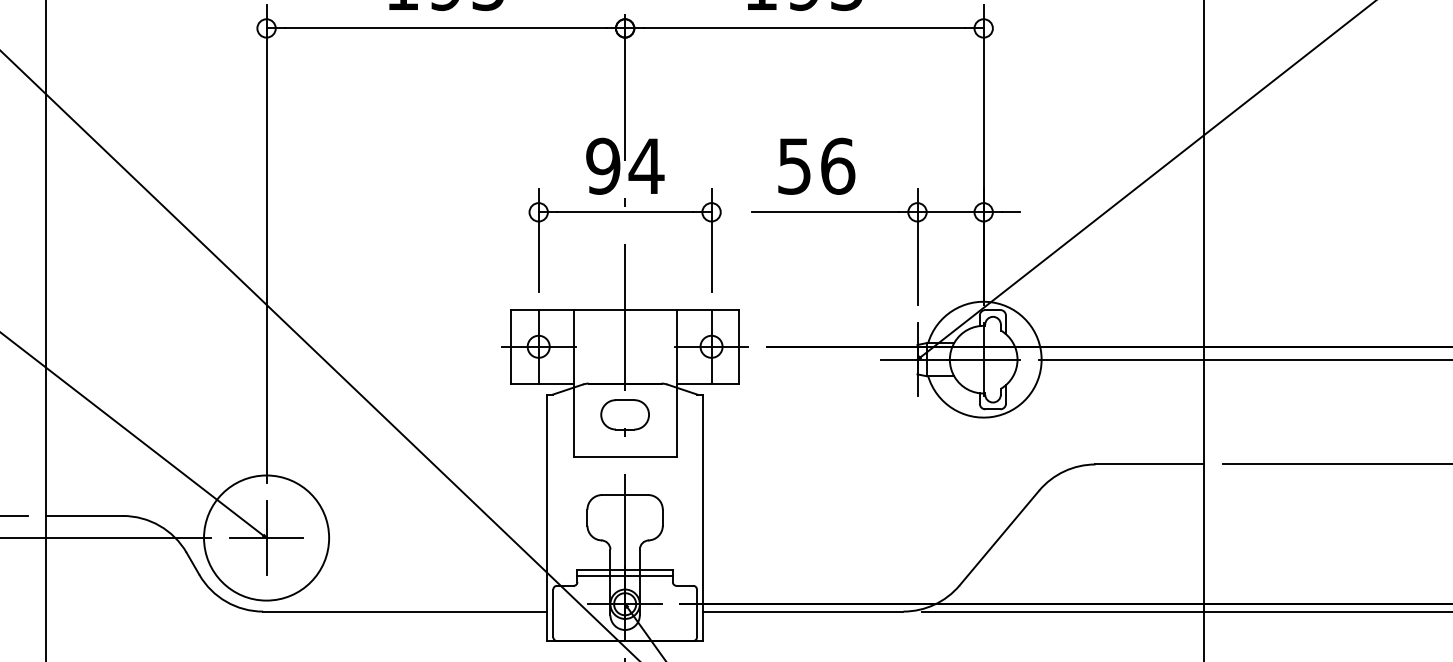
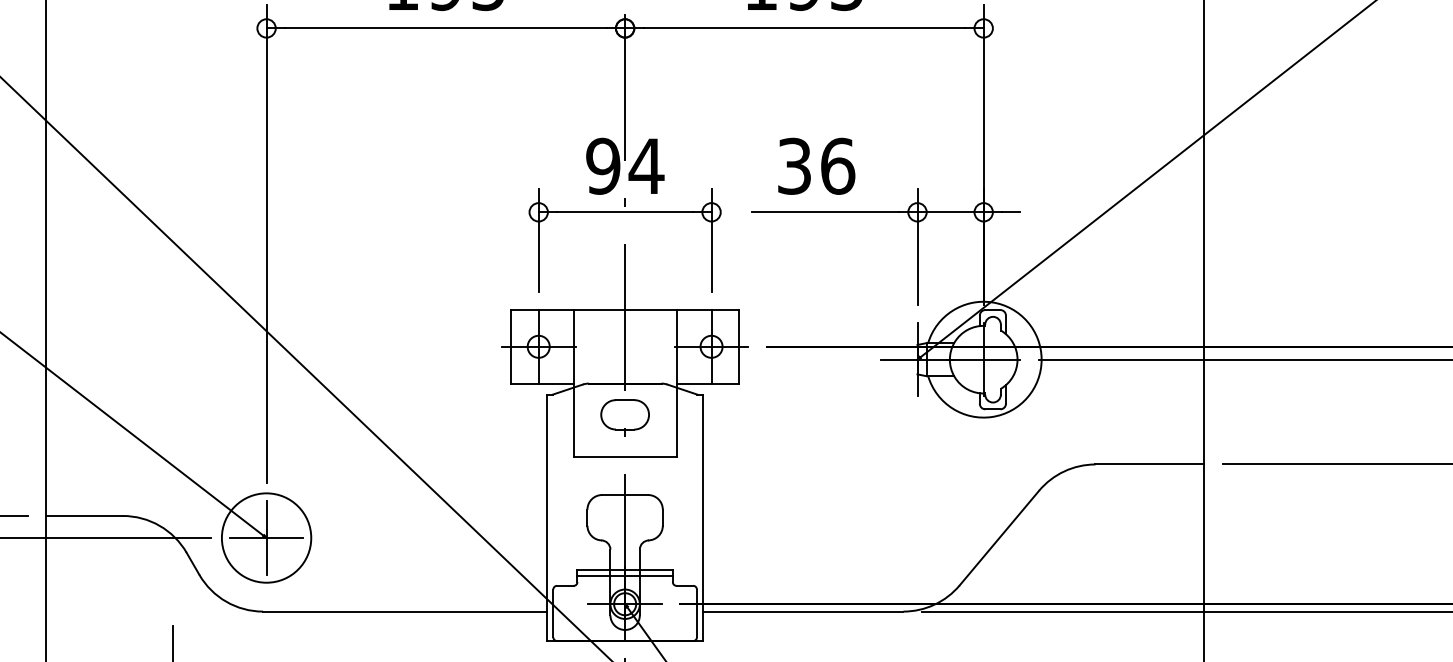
text at (794, 165): 56 -> 36
line at (319, 355) position: (319, 355) -> (305, 368)
circle at (266, 537) diameter: 125 px -> 89 px
line at (172, 642): none -> present
